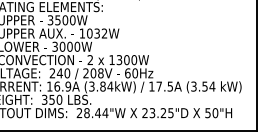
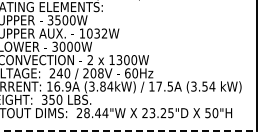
line at (128, 131): solid -> dashed
